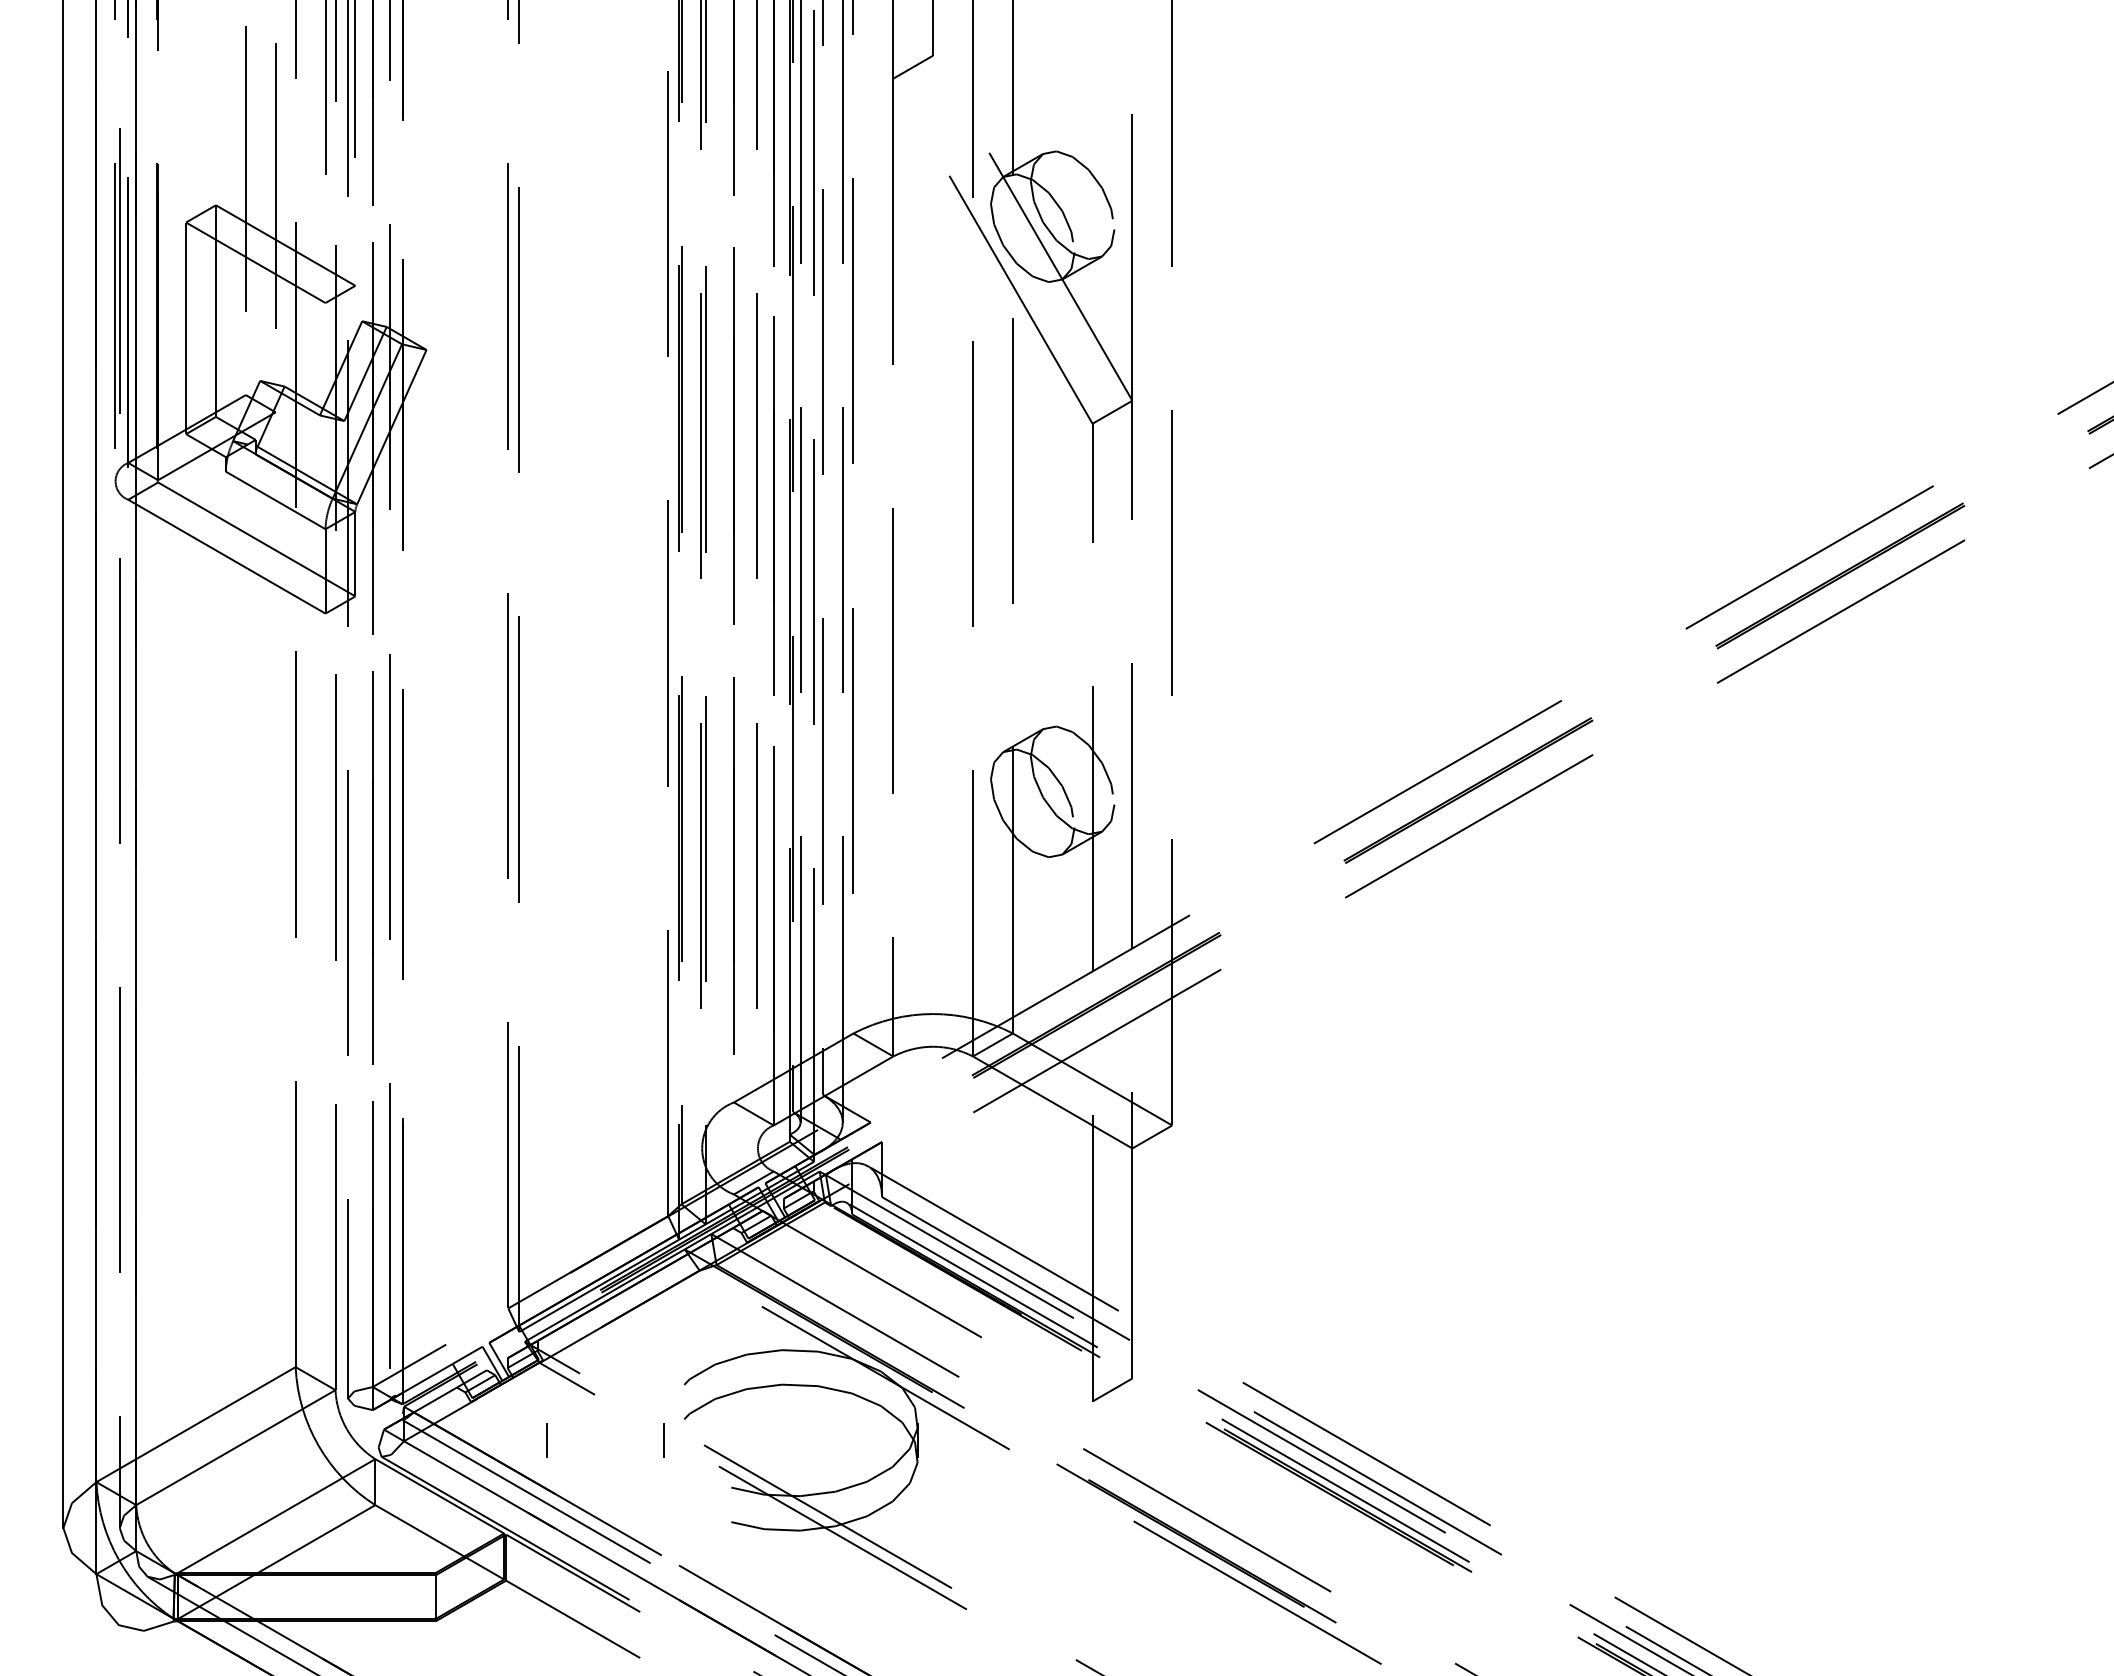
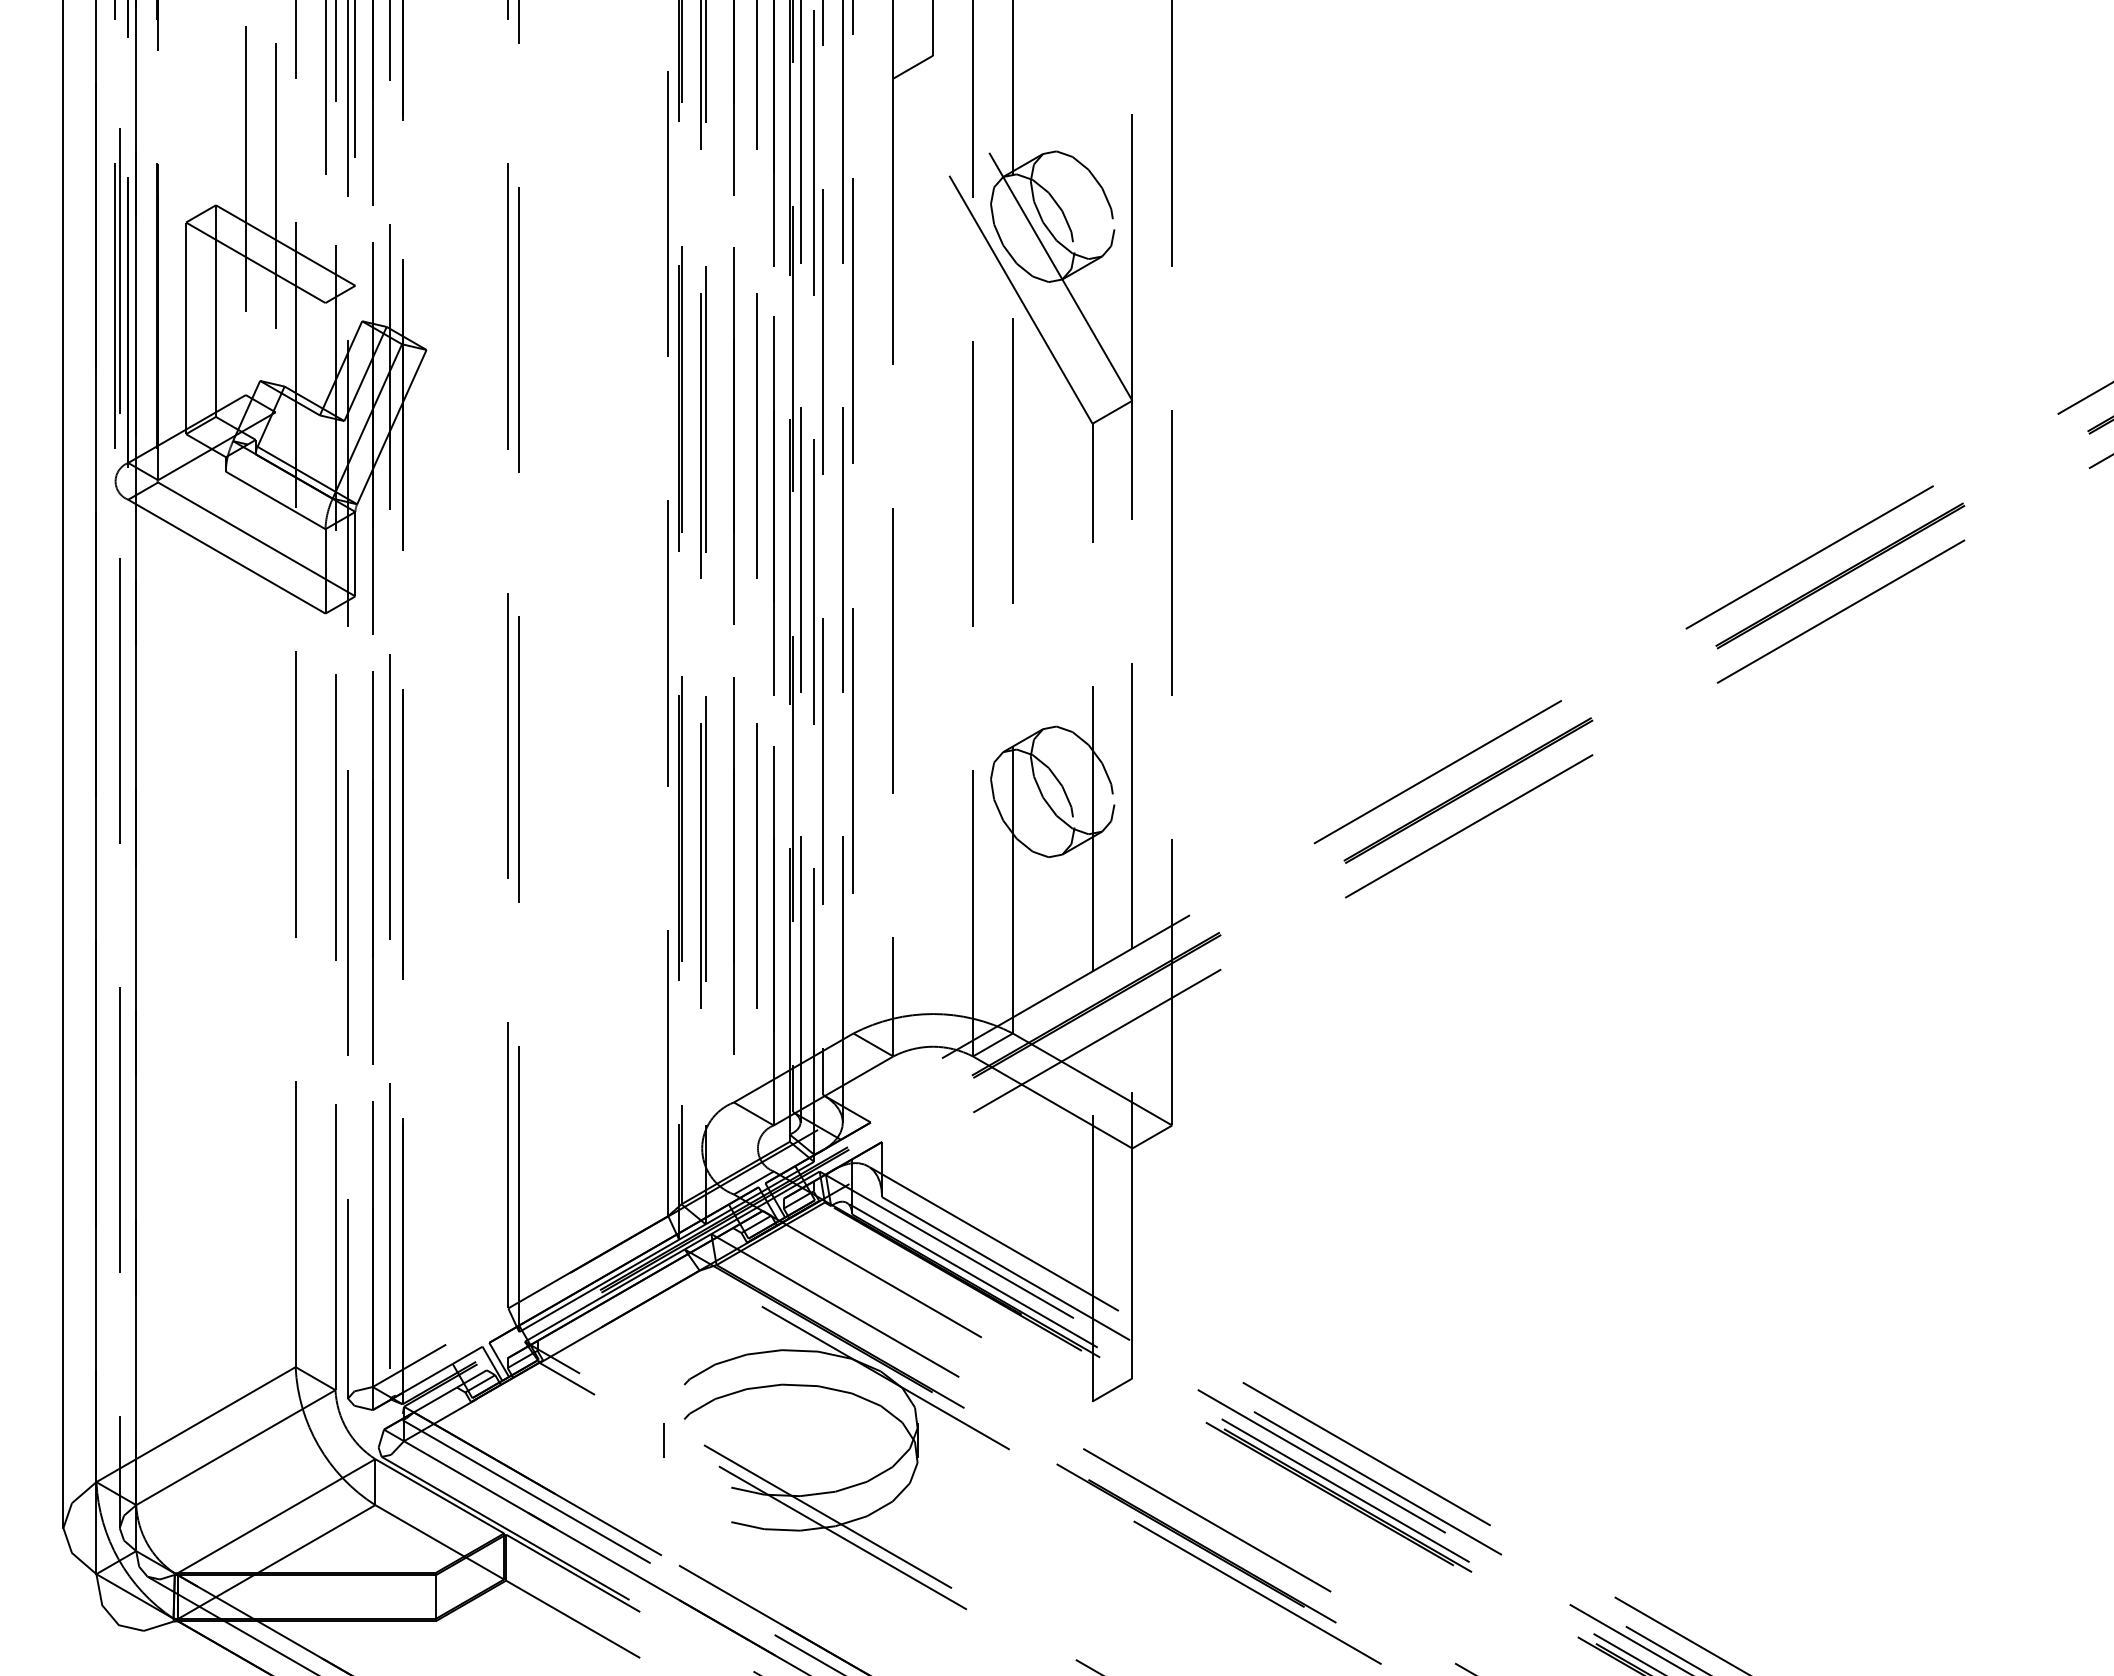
line at (546, 1440): present -> none
